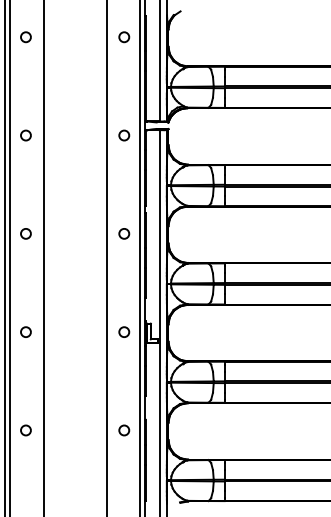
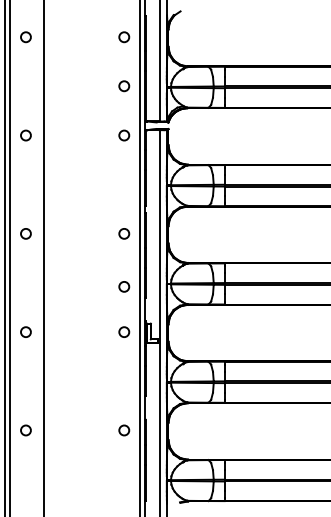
circle at (124, 86): none -> present
line at (106, 257): present -> none
circle at (124, 286): none -> present
